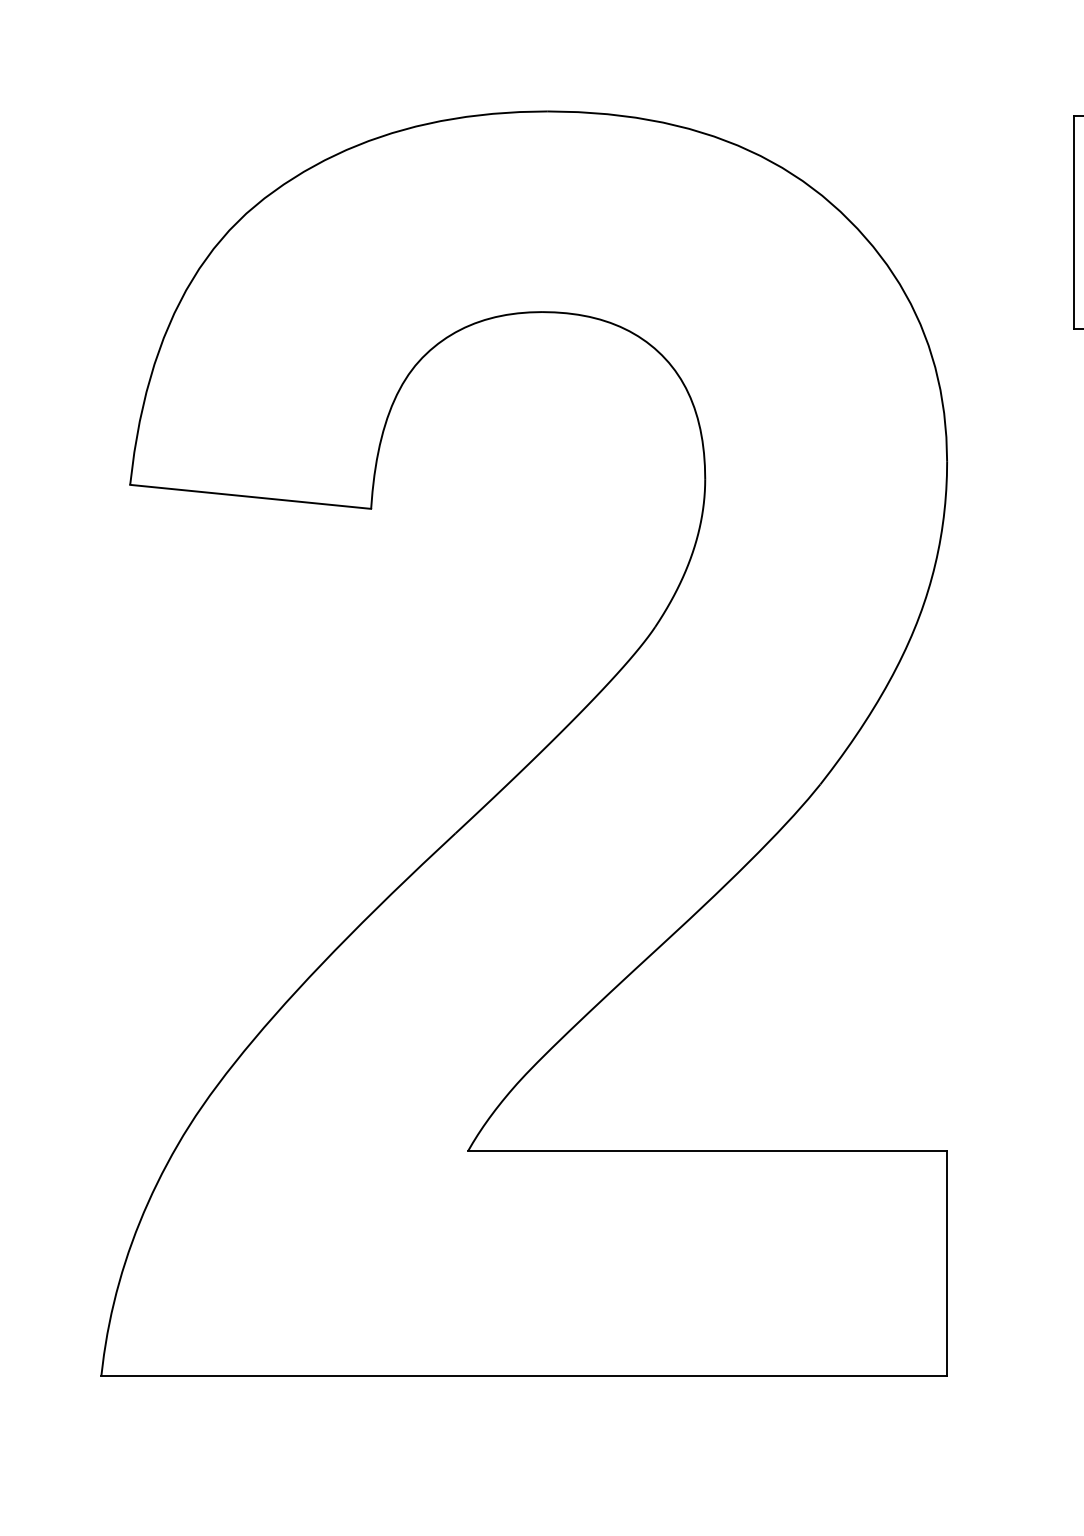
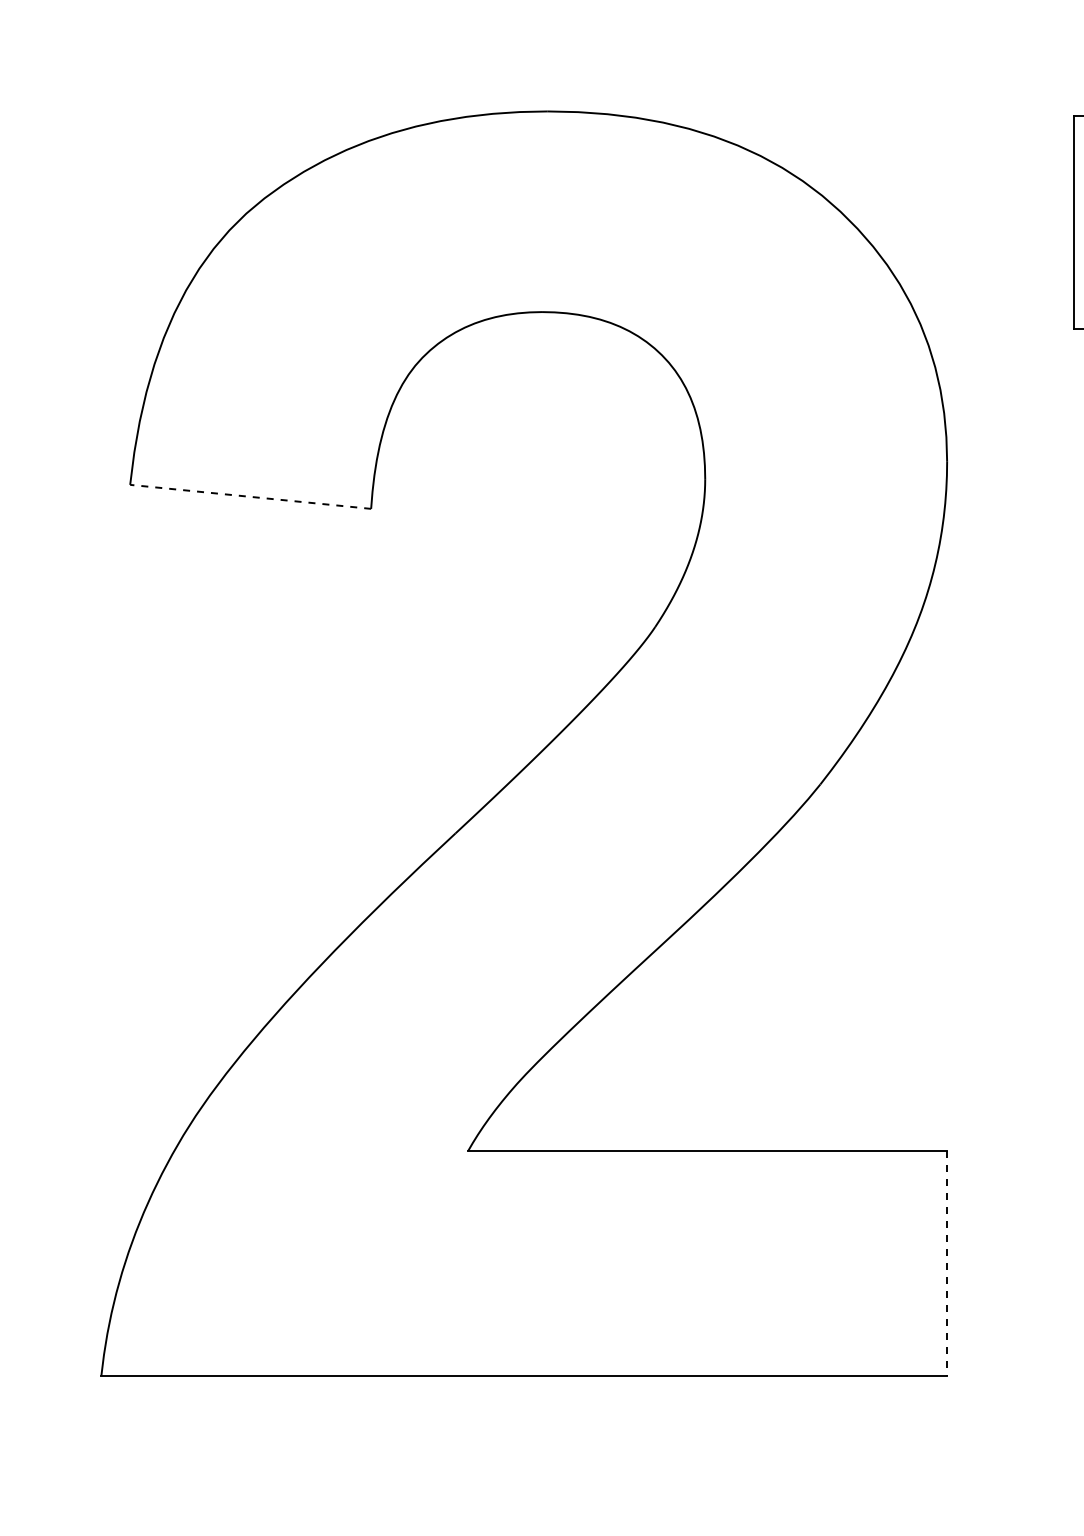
line at (250, 496): solid -> dashed
line at (947, 1263): solid -> dashed
